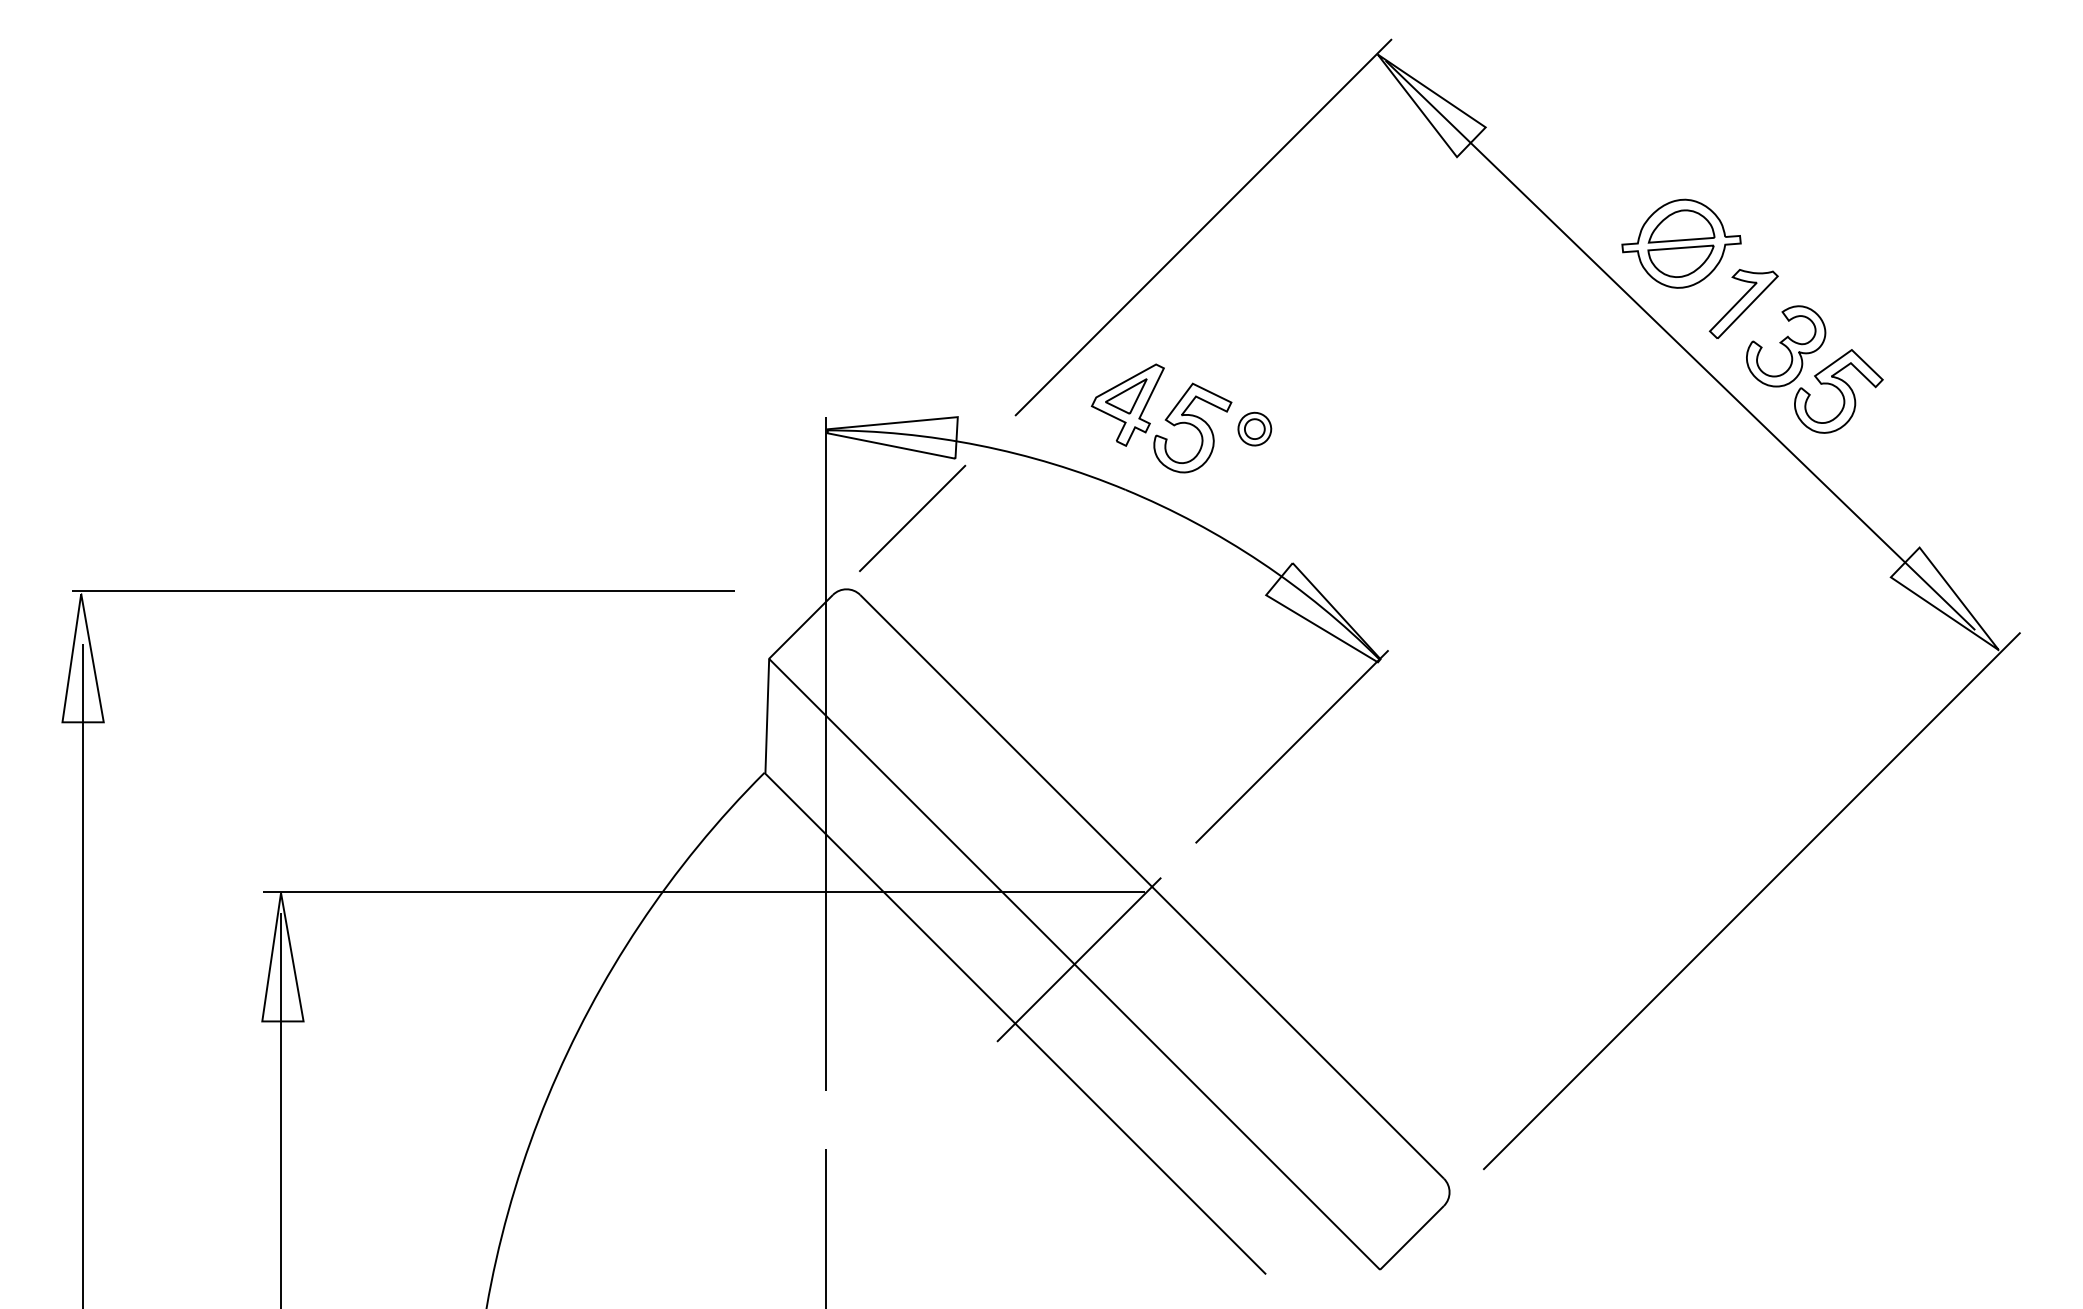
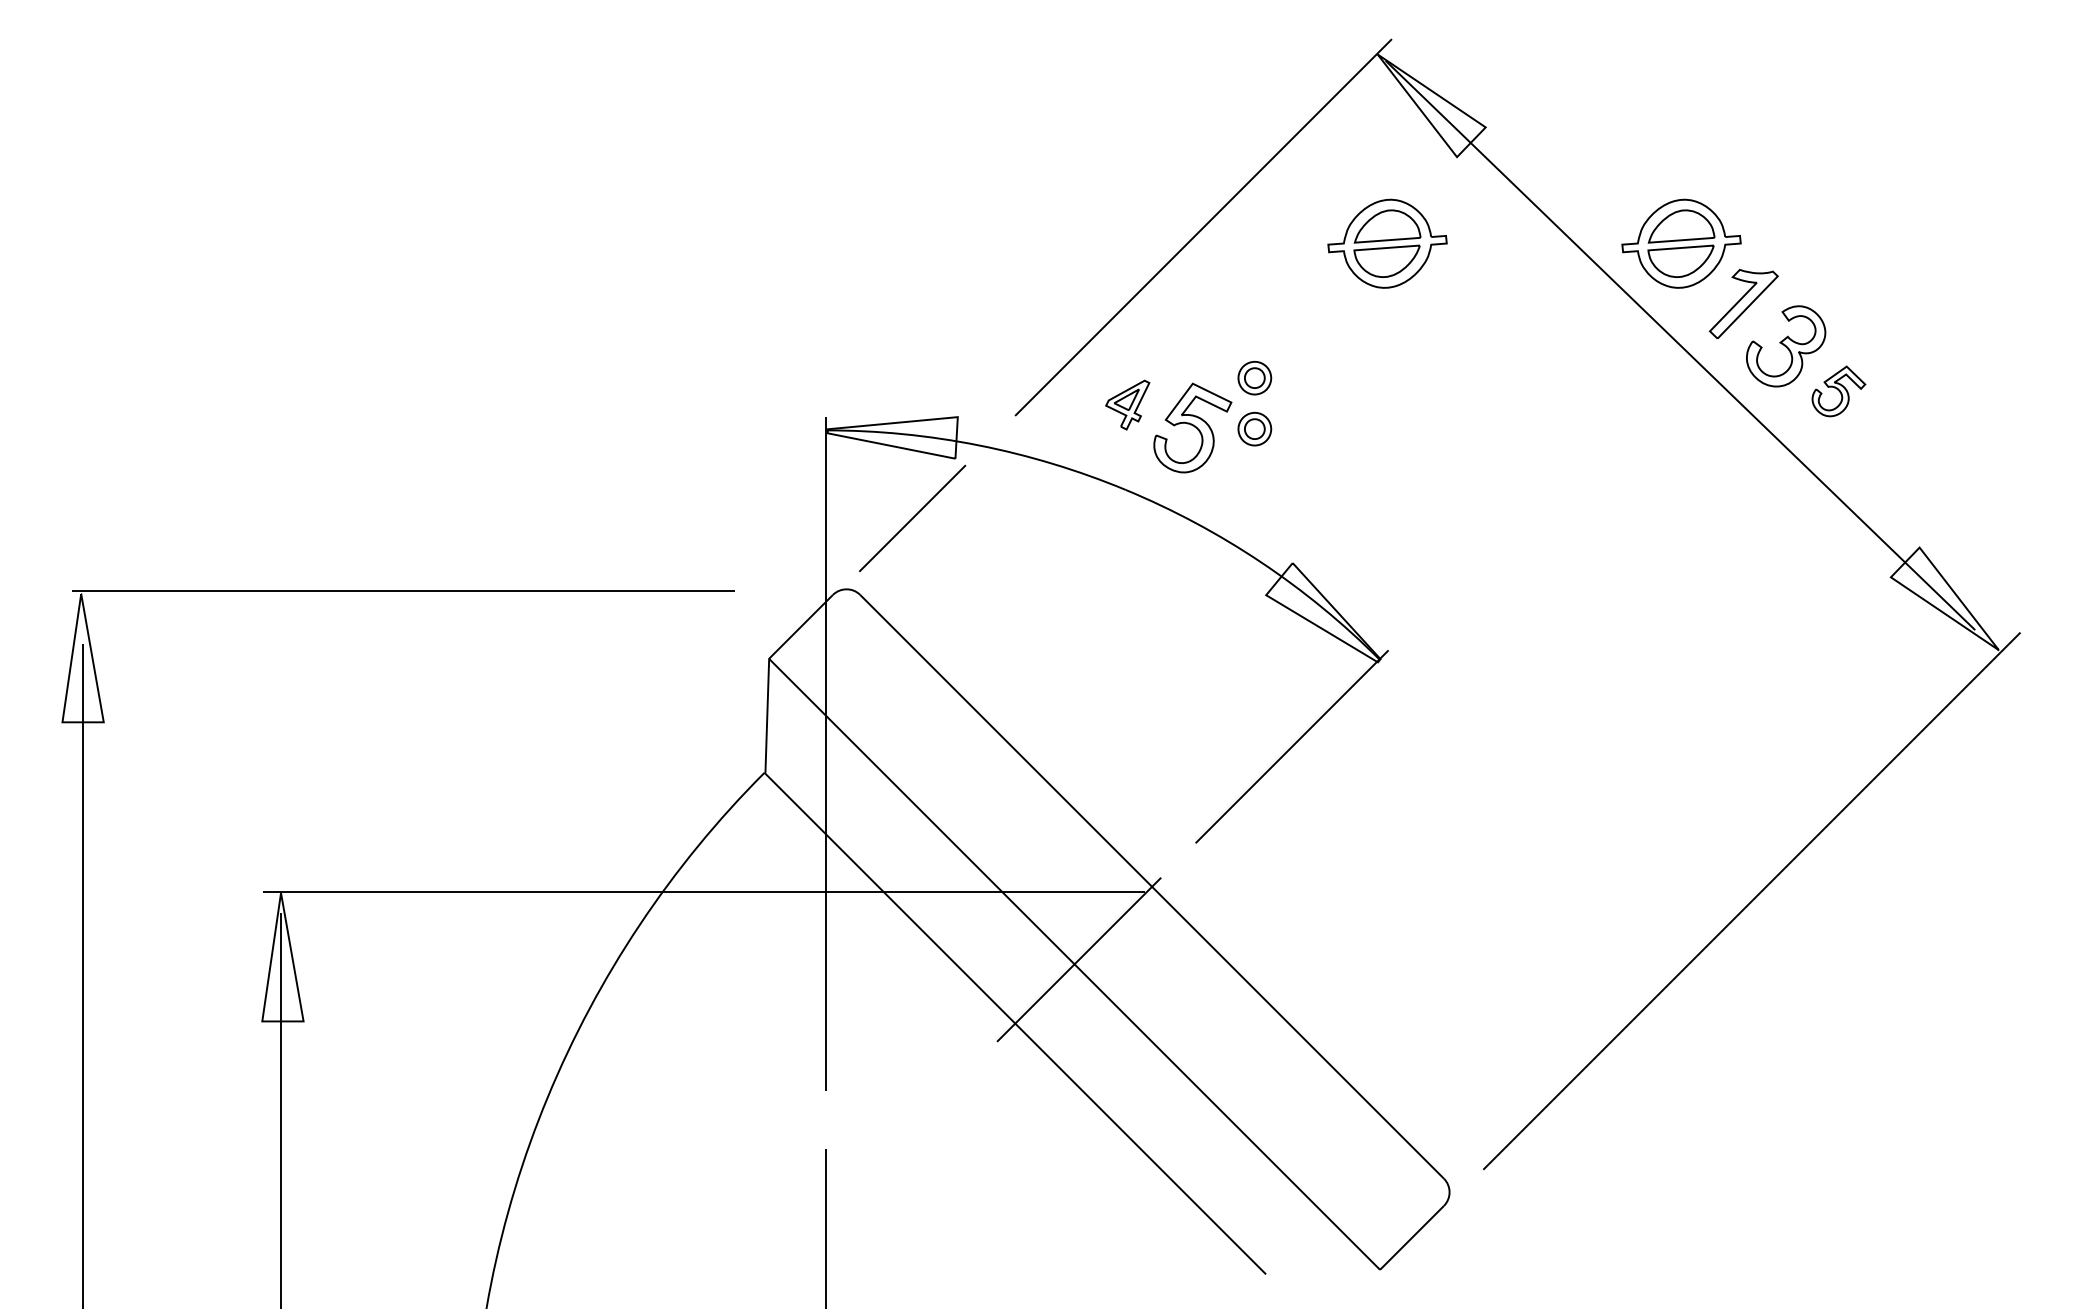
part at (1387, 243): none -> present
part at (1254, 377): none -> present
part at (1838, 391) size: 90x85 px -> 56x53 px
part at (1127, 404) size: 75x84 px -> 46x52 px
